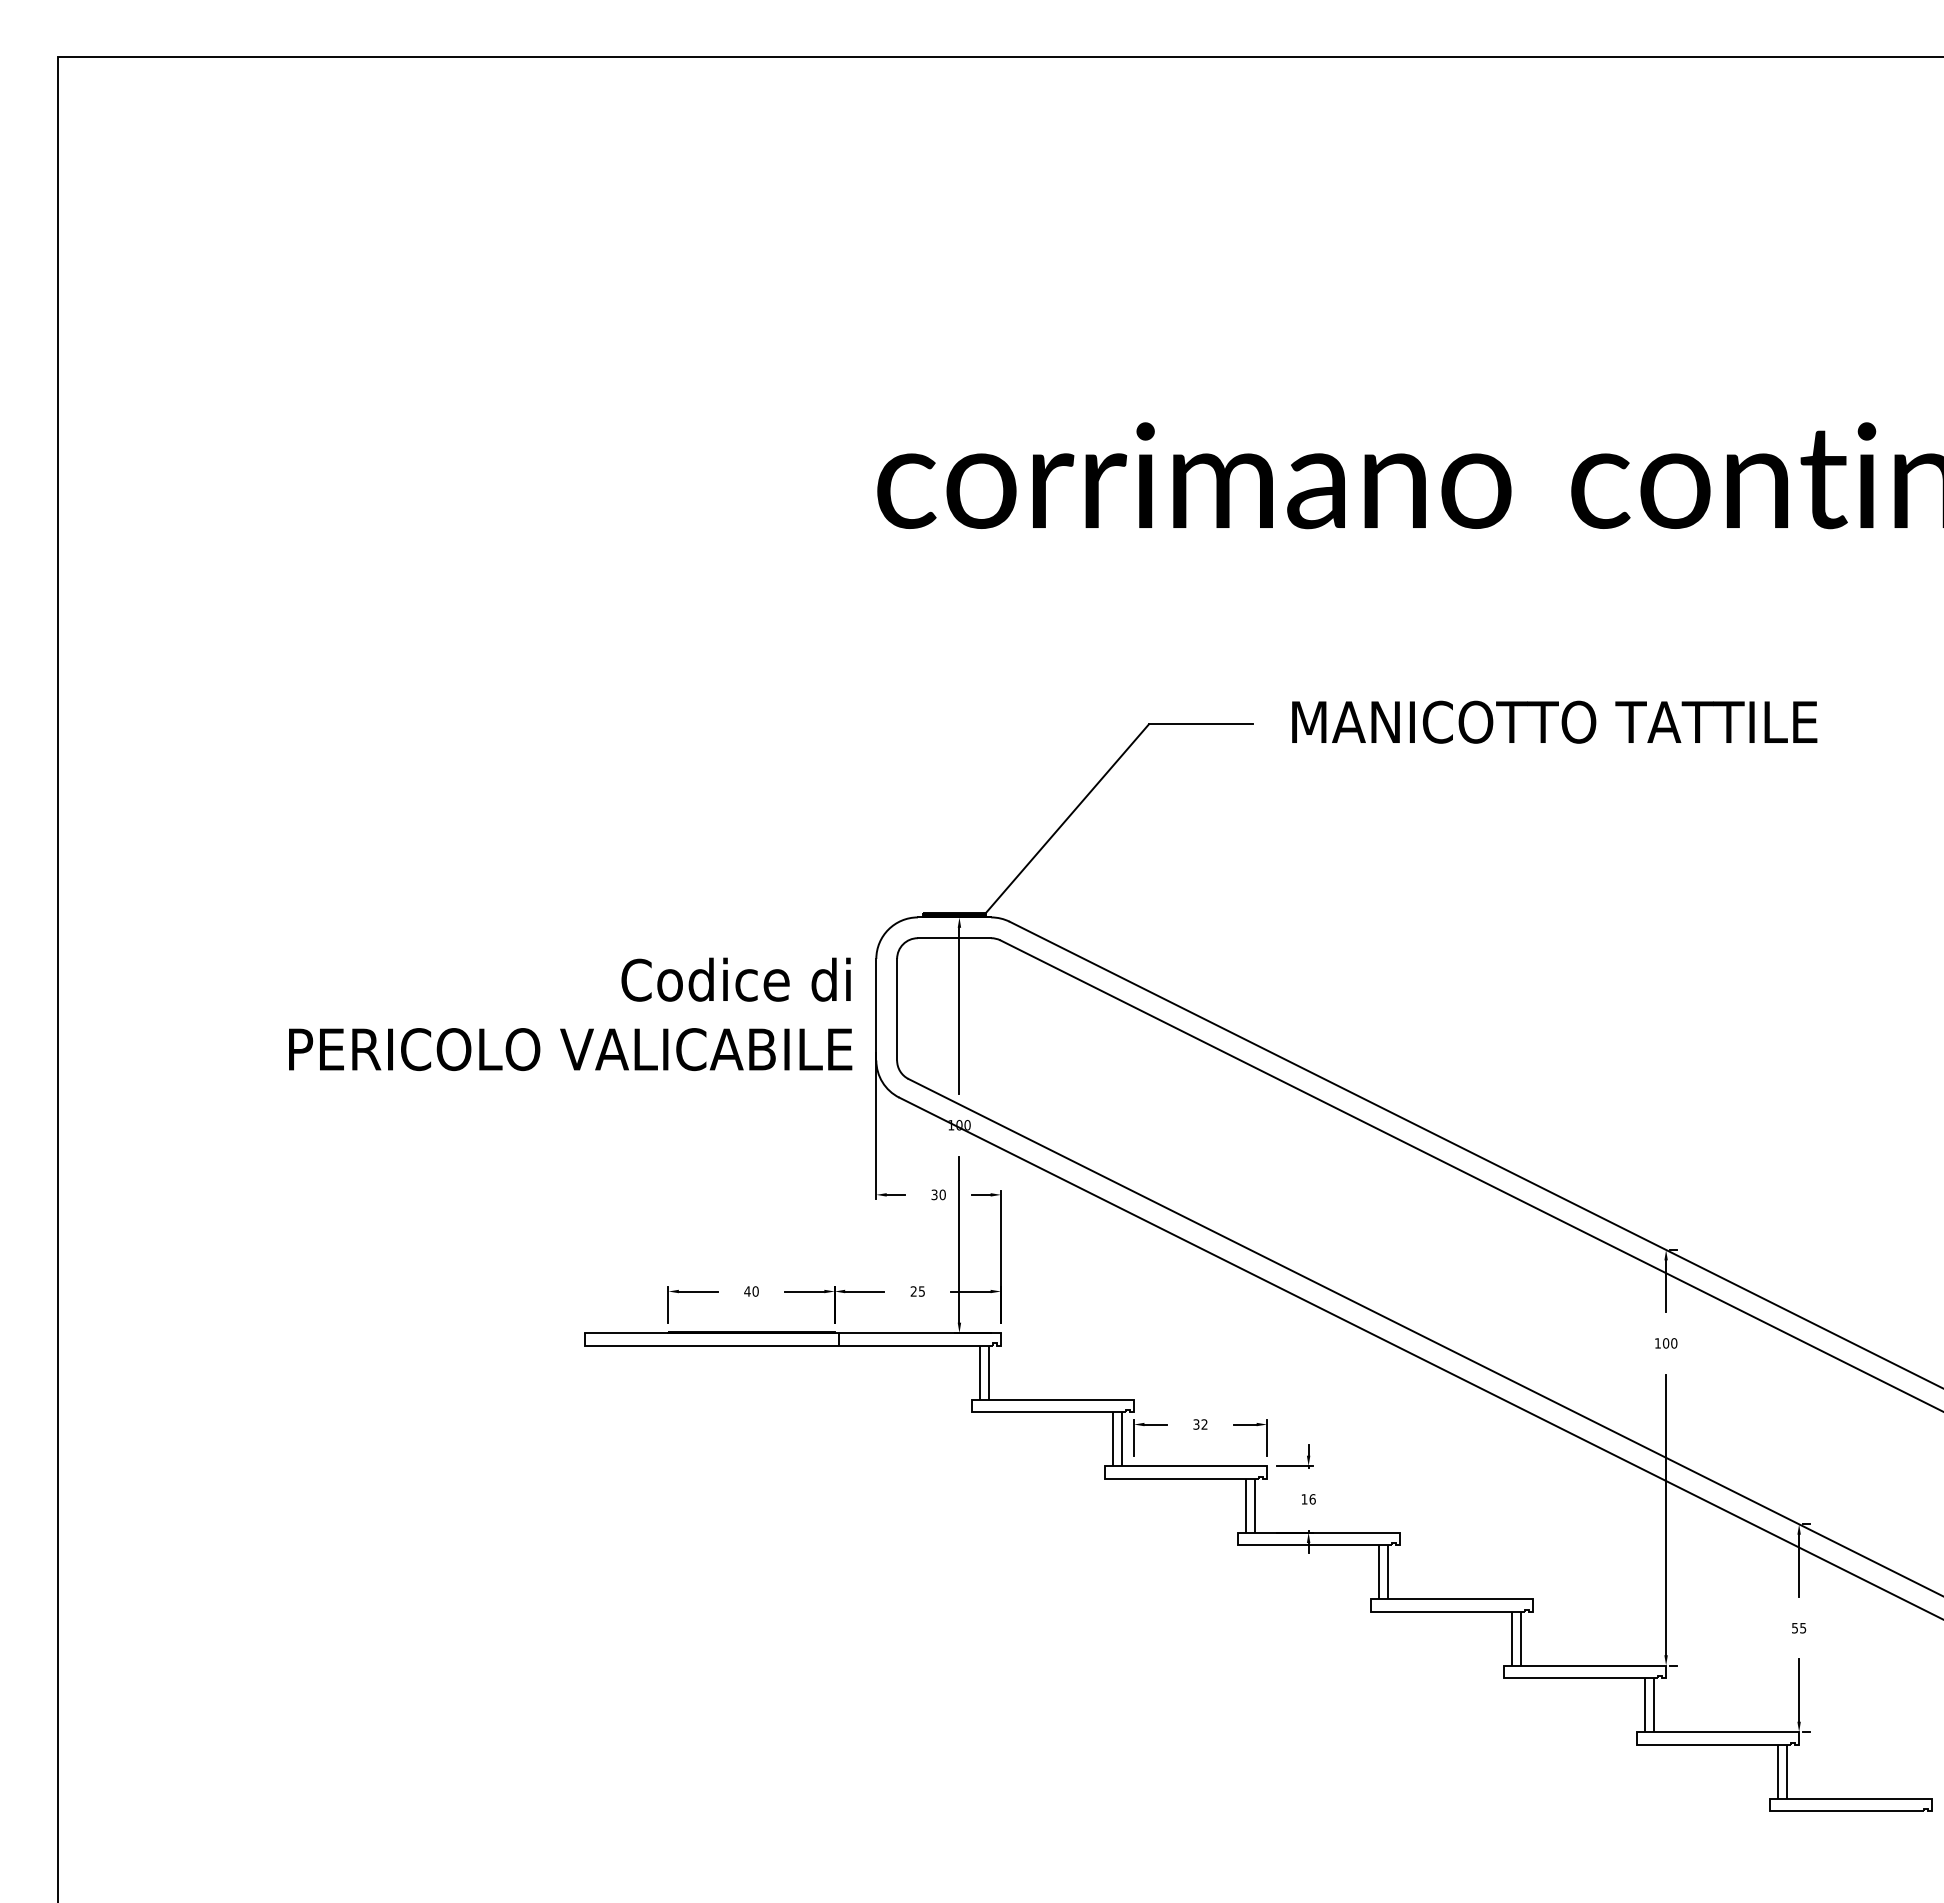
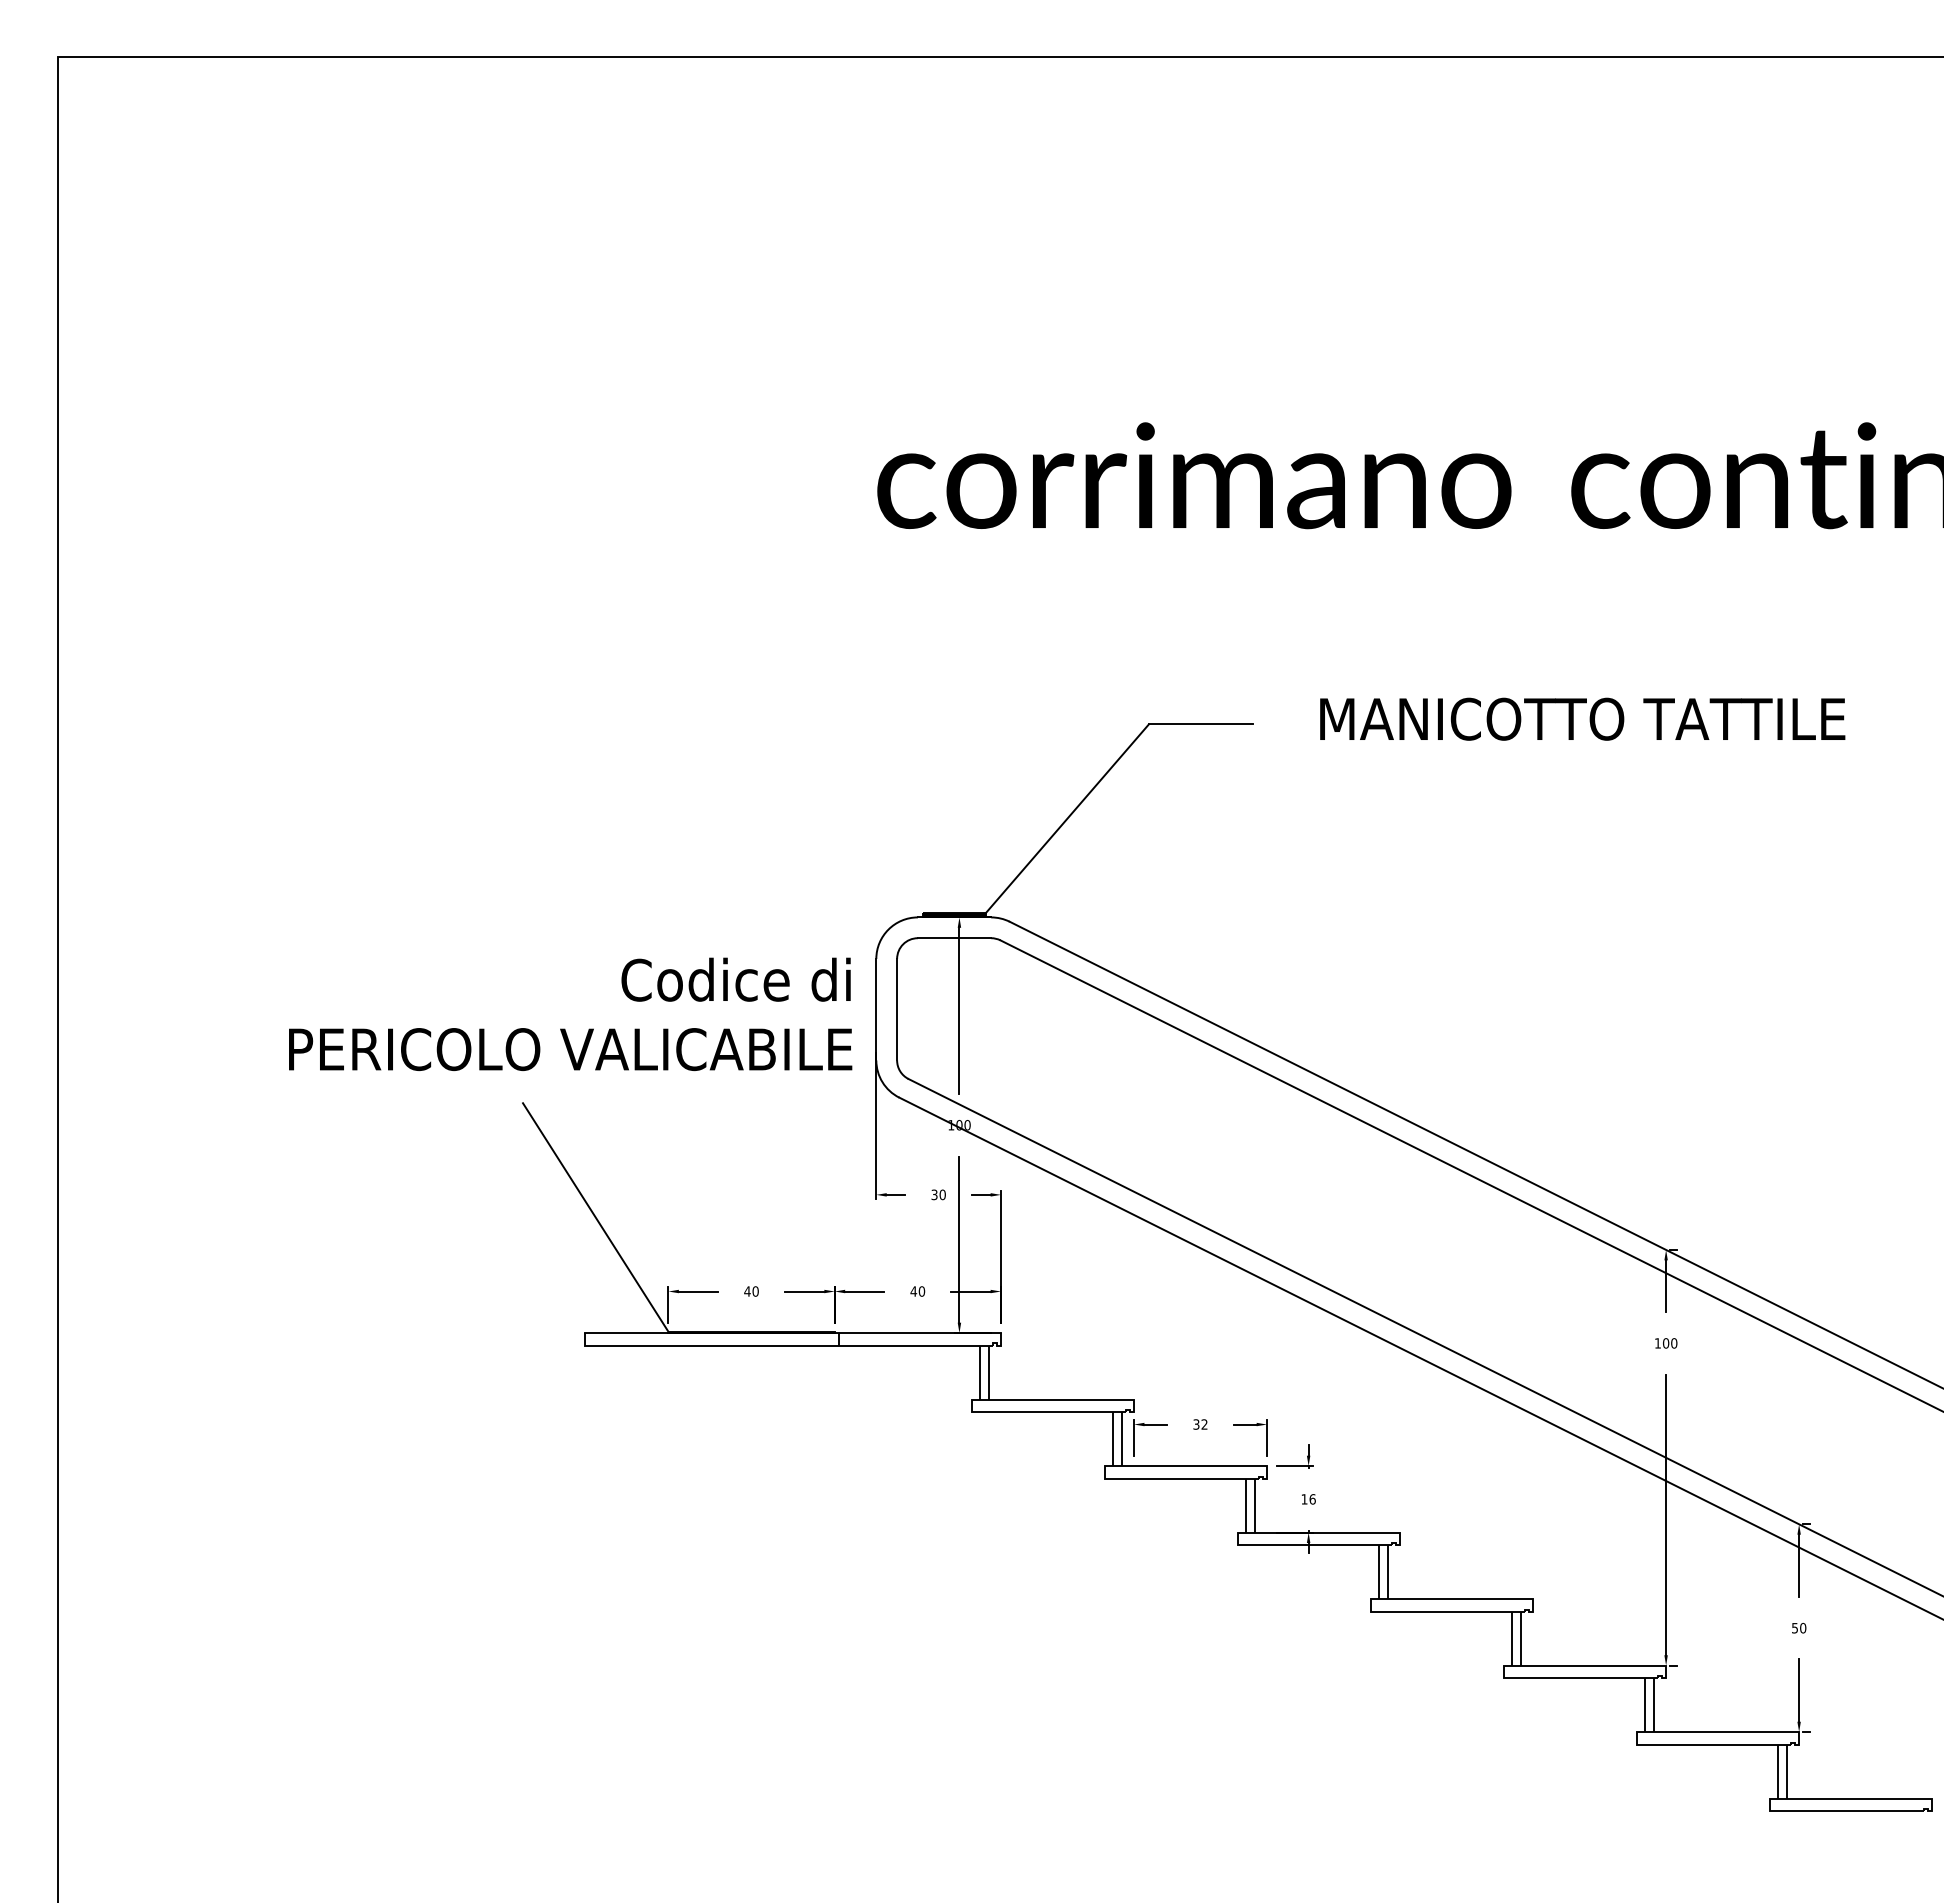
text at (1554, 721) position: (1554, 721) -> (1582, 718)
line at (595, 1217): none -> present
text at (917, 1291): 25 -> 40
text at (1803, 1627): 55 -> 50
